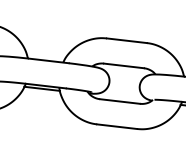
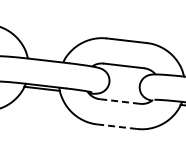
line at (119, 101): solid -> dashed
line at (117, 126): solid -> dashed
